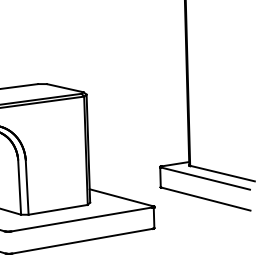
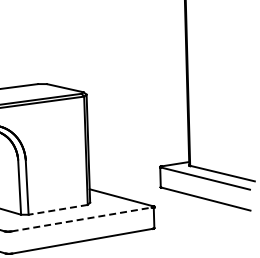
line at (58, 209): solid -> dashed
line at (82, 219): solid -> dashed
